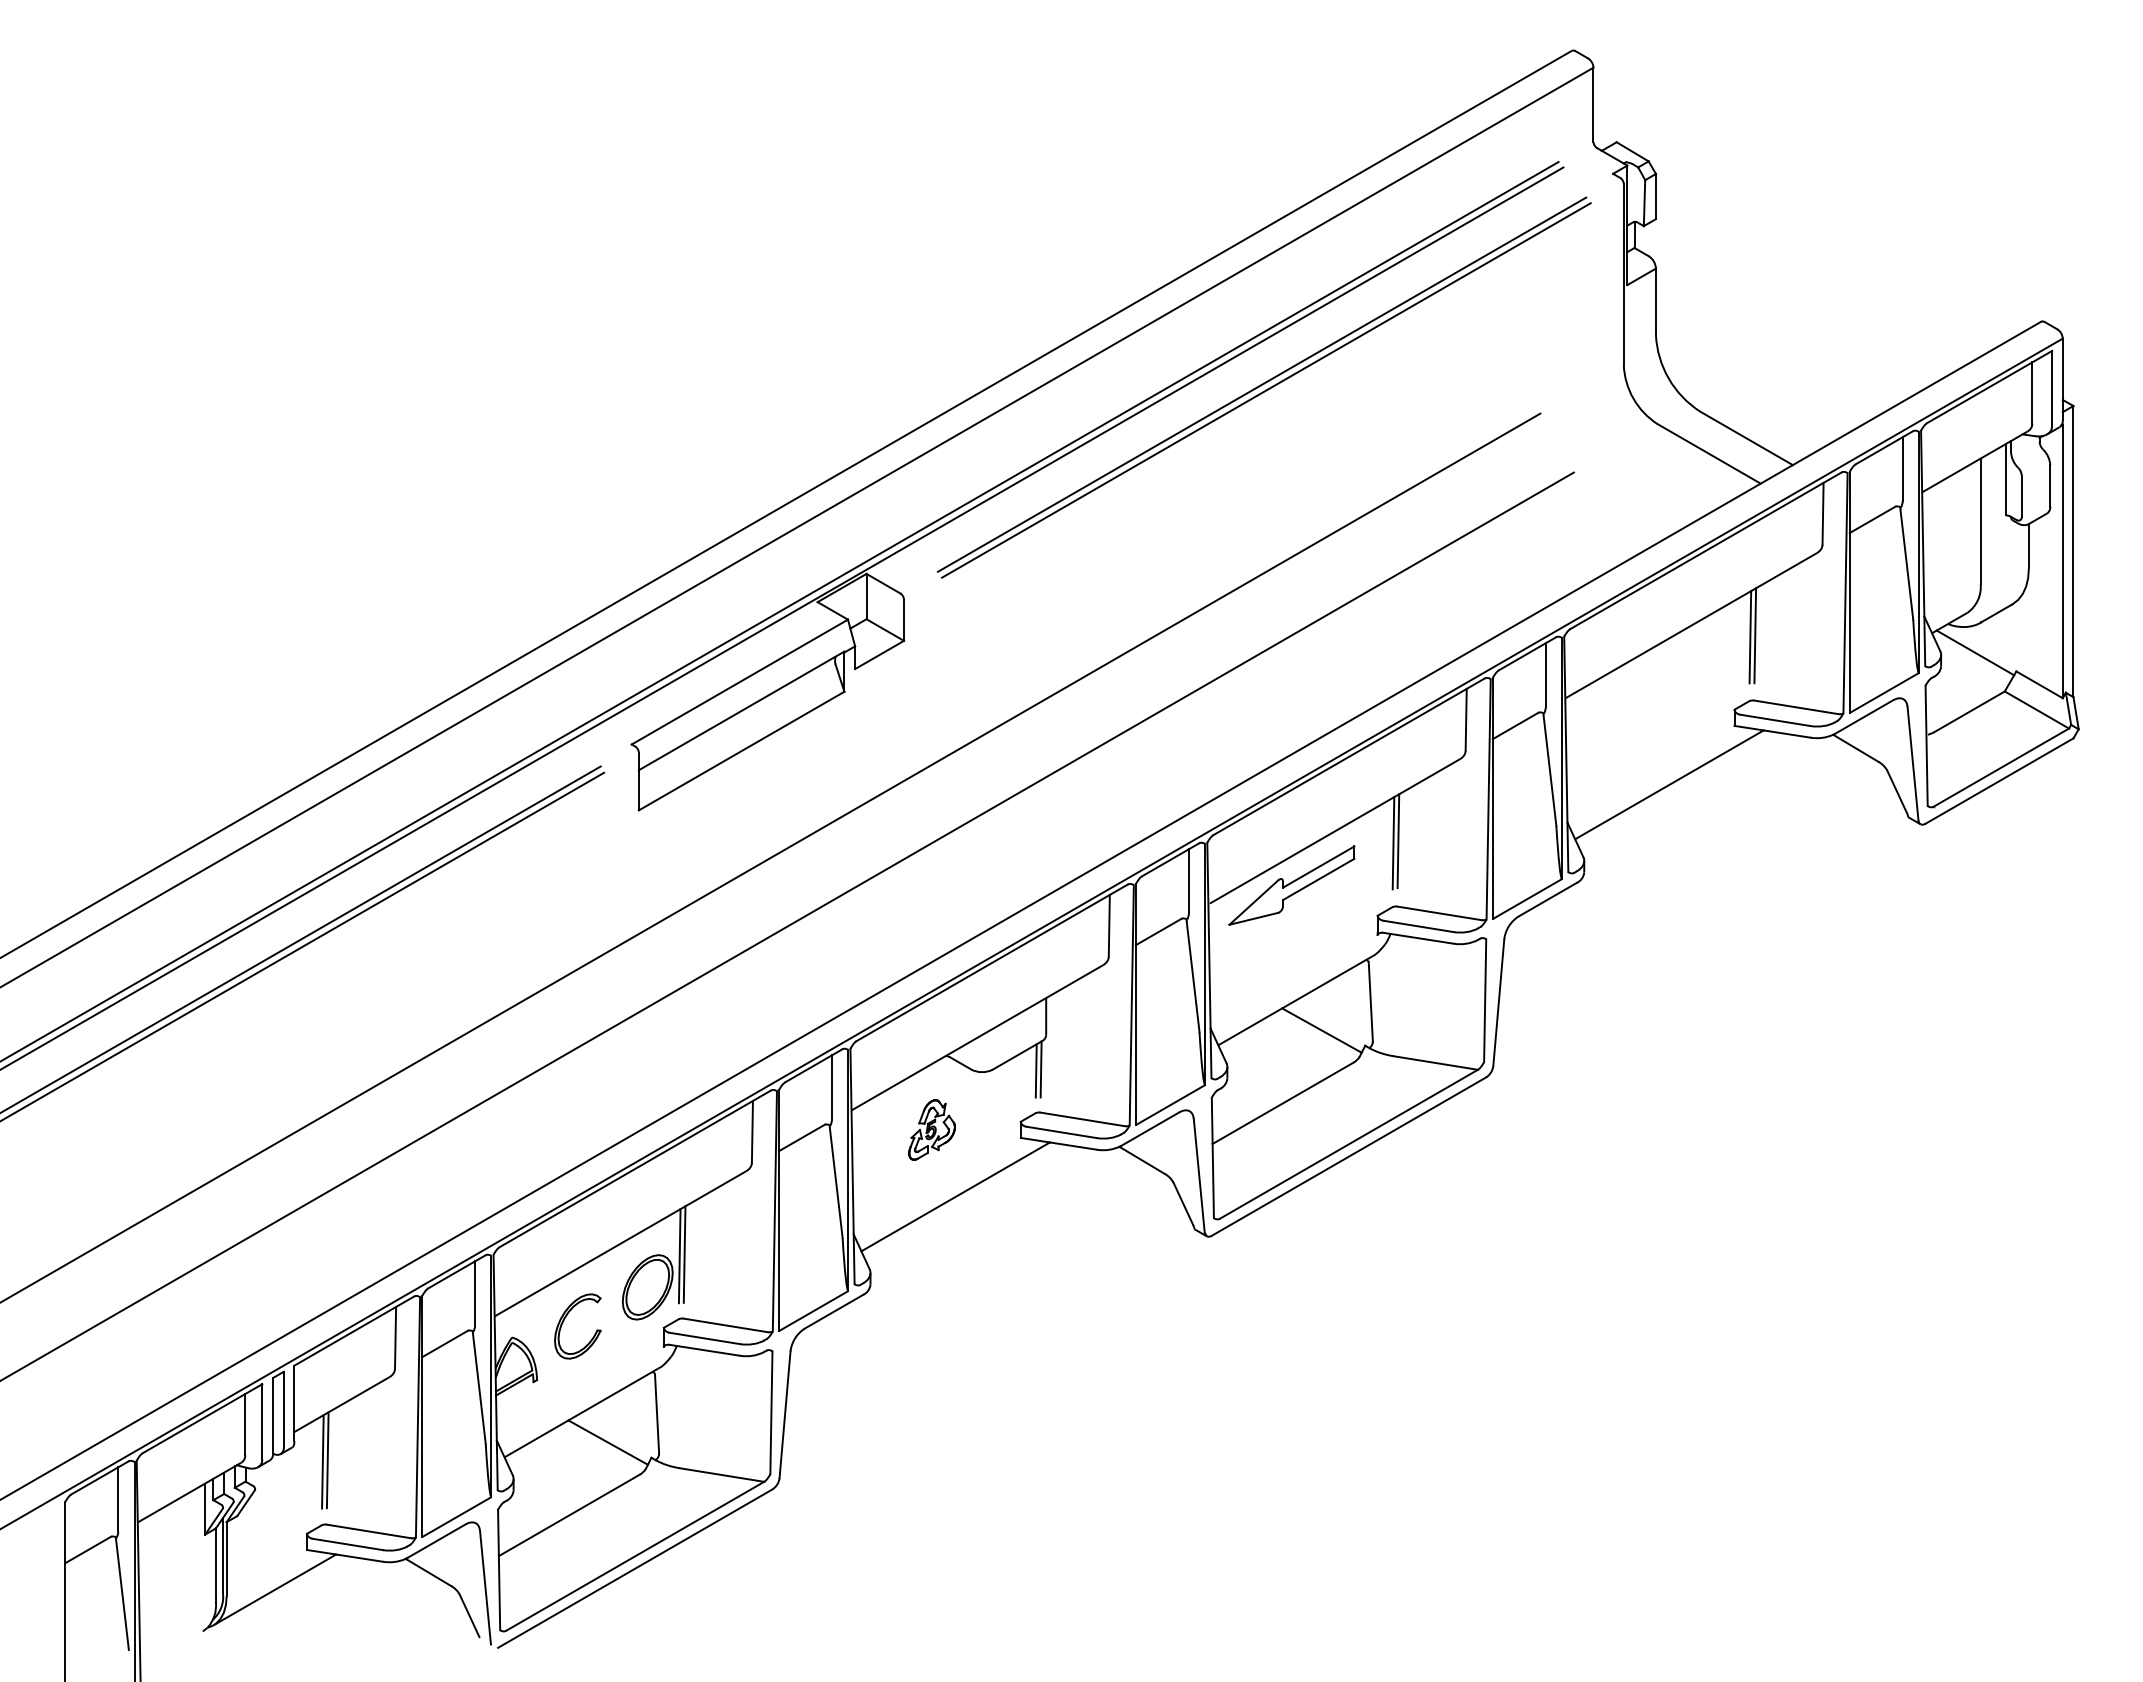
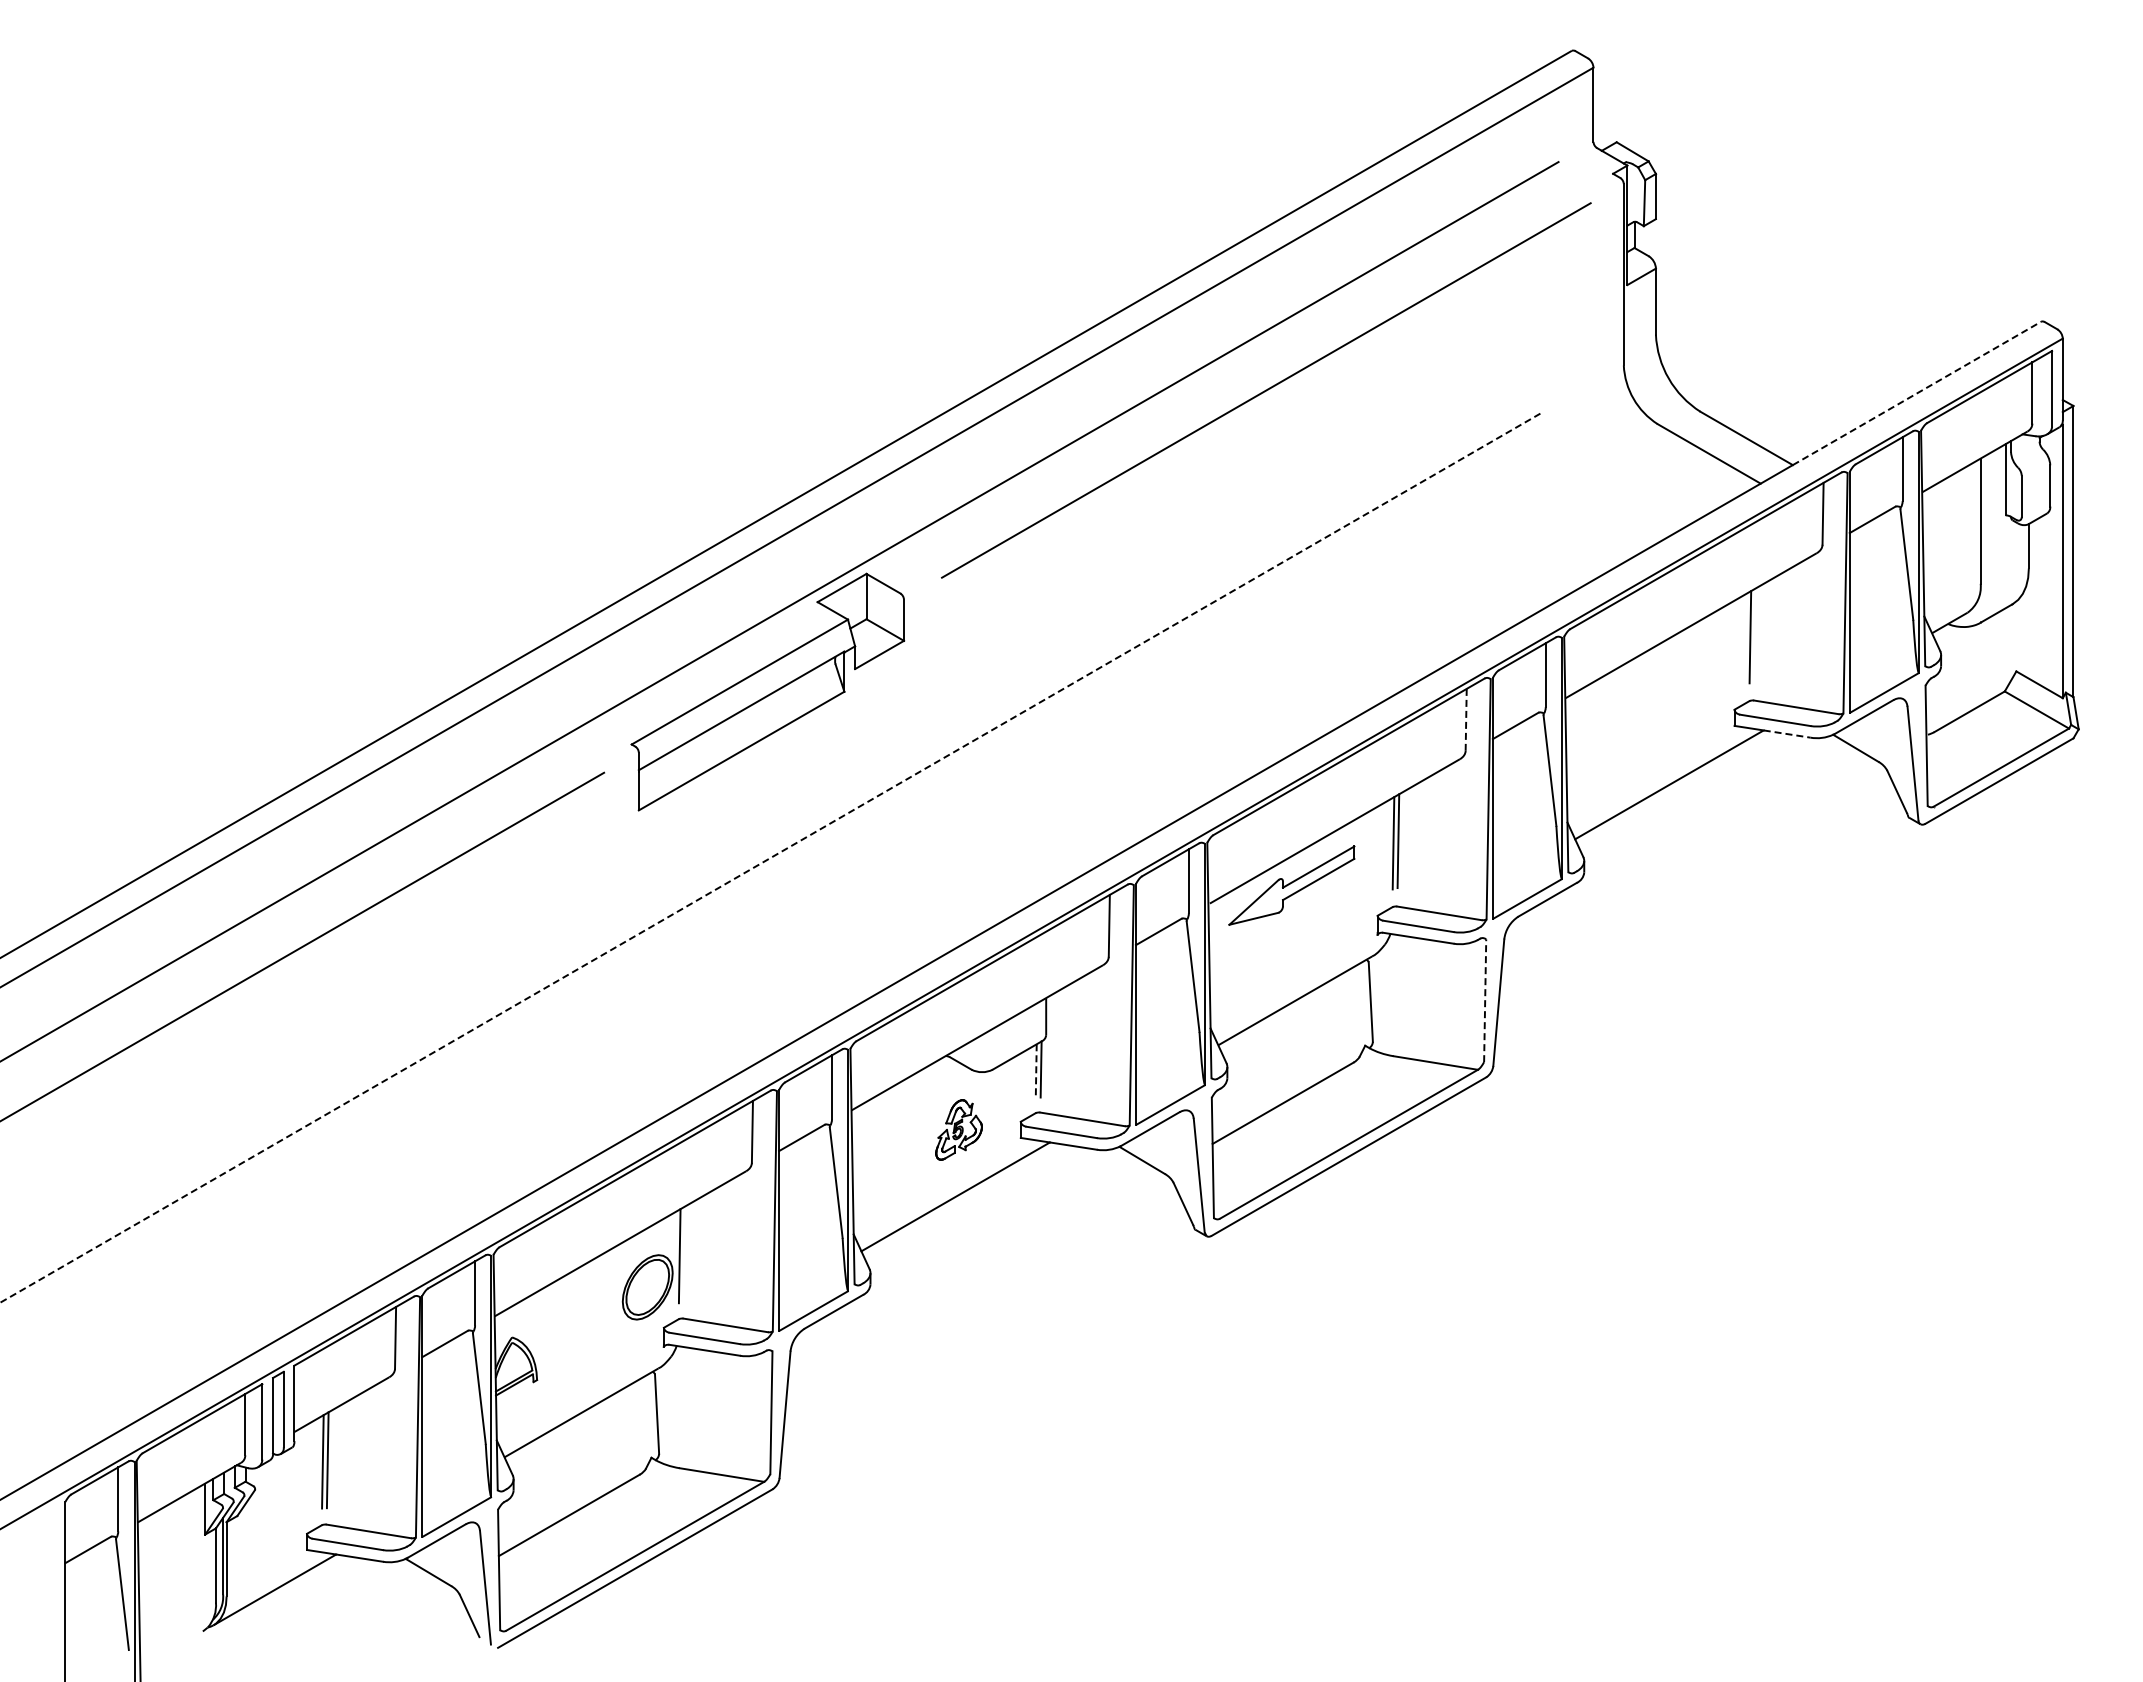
line at (1261, 384): present -> none
line at (1917, 393): solid -> dashed
line at (782, 617): present -> none
line at (1755, 635): present -> none
line at (1975, 652): present -> none
line at (1466, 719): solid -> dashed
line at (1787, 734): solid -> dashed
line at (770, 858): solid -> dashed
line at (787, 925): present -> none
line at (301, 938): present -> none
line at (1485, 1000): solid -> dashed
line at (1321, 1030): present -> none
line at (1036, 1070): solid -> dashed
part at (931, 1129) position: (931, 1129) -> (958, 1129)
line at (684, 1254): present -> none
part at (566, 1317): present -> none
line at (607, 1442): present -> none
